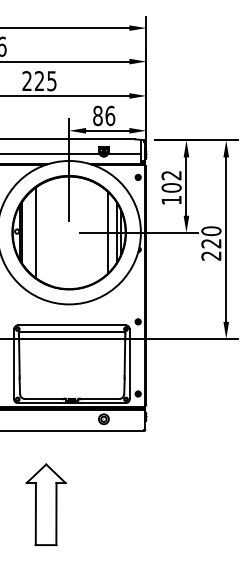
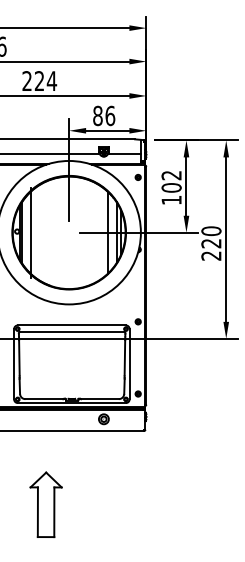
text at (51, 81): 225 -> 224
line at (35, 232) position: (35, 232) -> (30, 232)
part at (45, 504) size: 42x84 px -> 34x68 px
